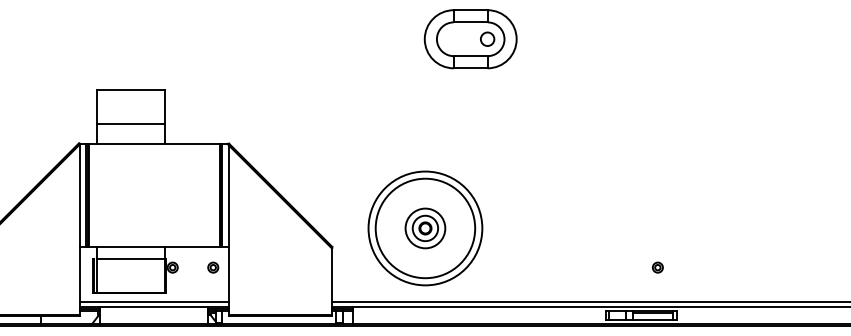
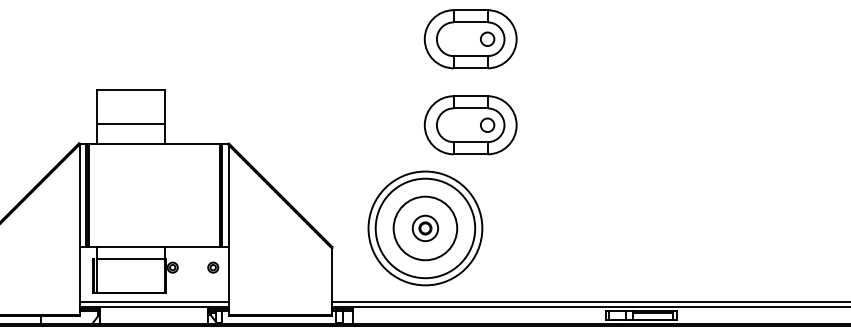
part at (470, 125): none -> present
circle at (425, 228) diameter: 40 px -> 64 px
part at (657, 267): present -> none
